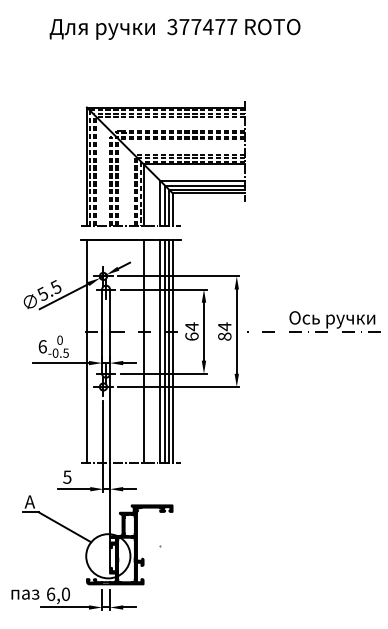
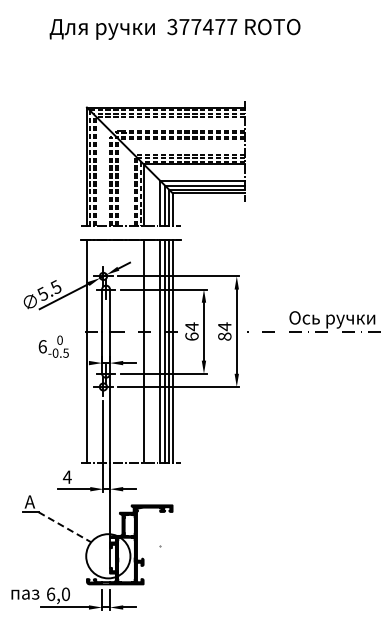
line at (60, 363): present -> none
text at (66, 476): 5 -> 4
line at (65, 527): solid -> dashed
